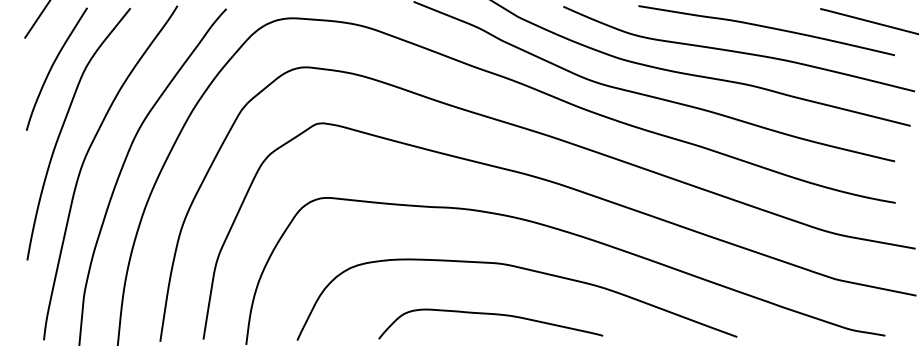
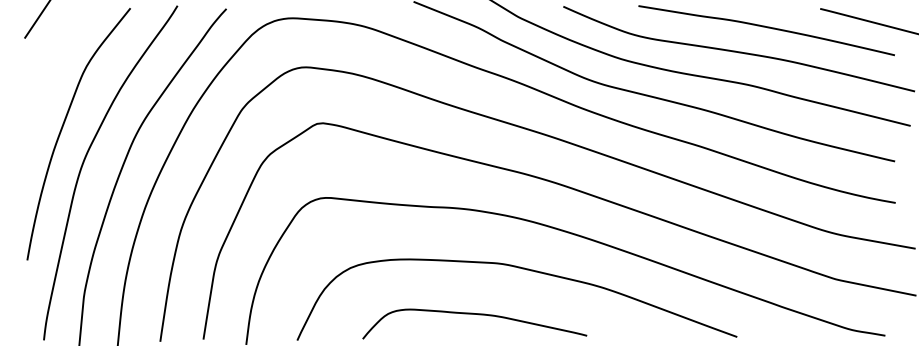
curve at (53, 66): present -> none
curve at (494, 315) position: (494, 315) -> (478, 315)
